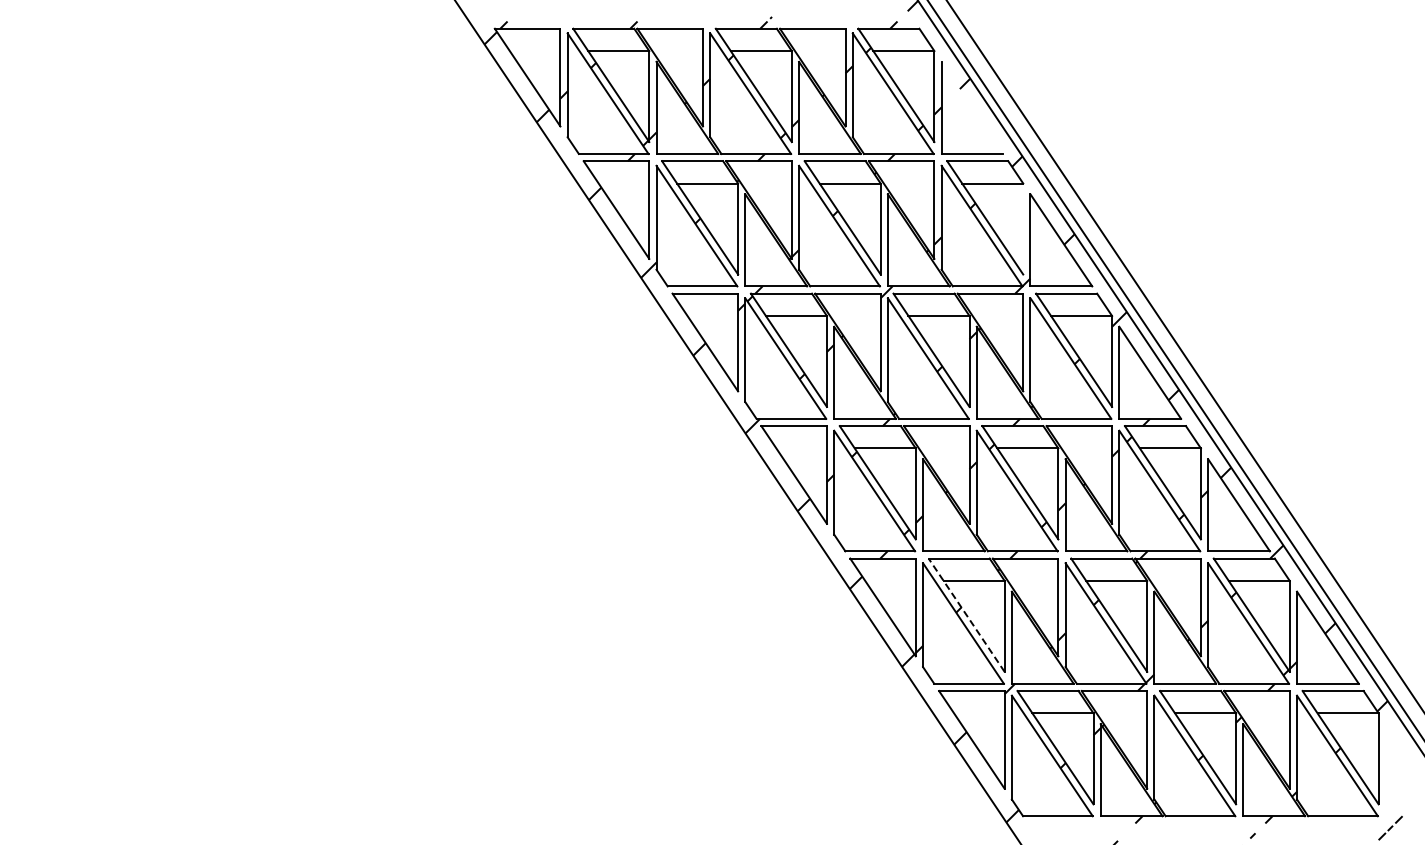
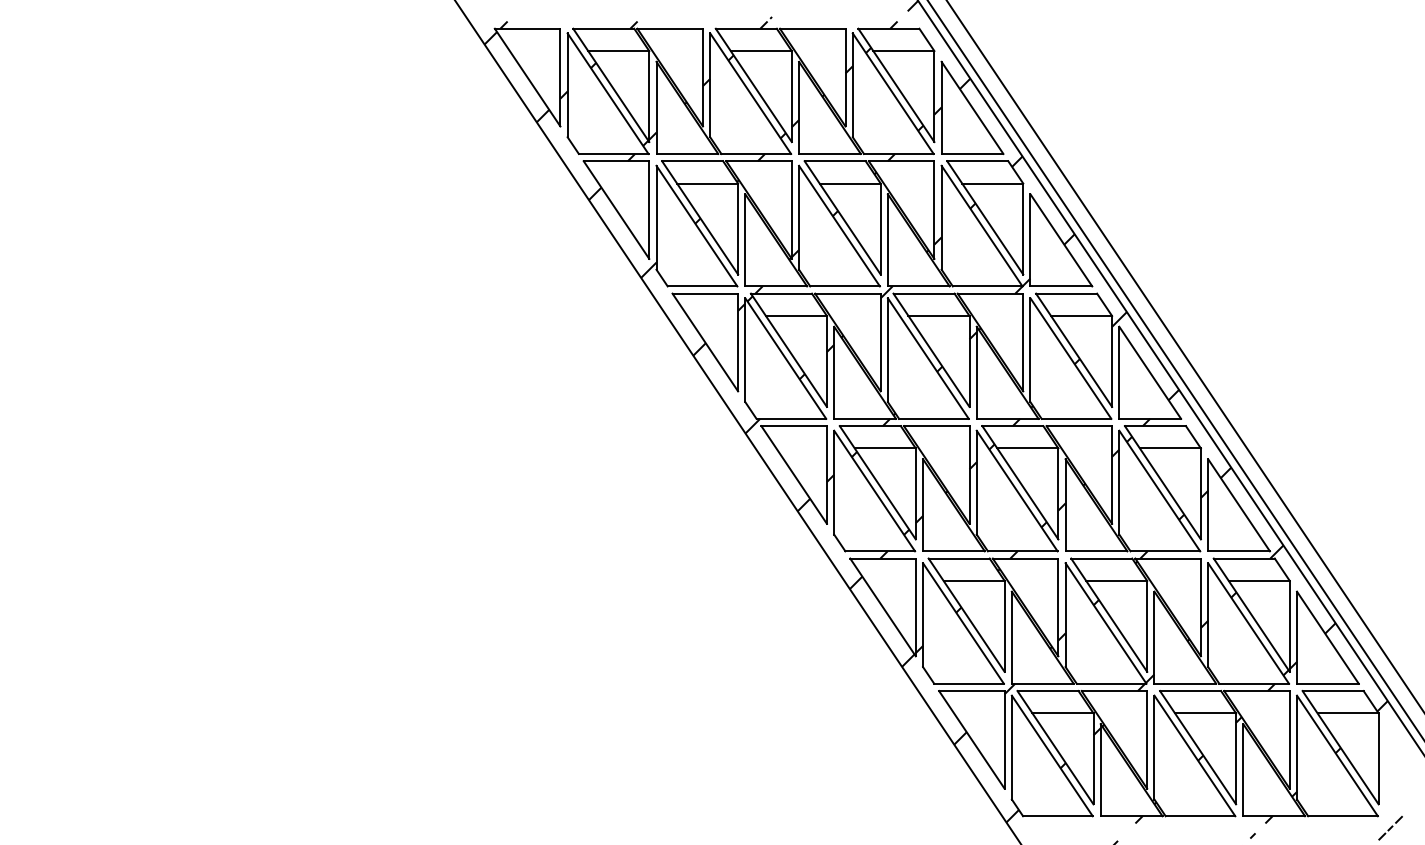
line at (972, 107): none -> present
line at (1023, 228): none -> present
line at (966, 614): dashed -> solid
